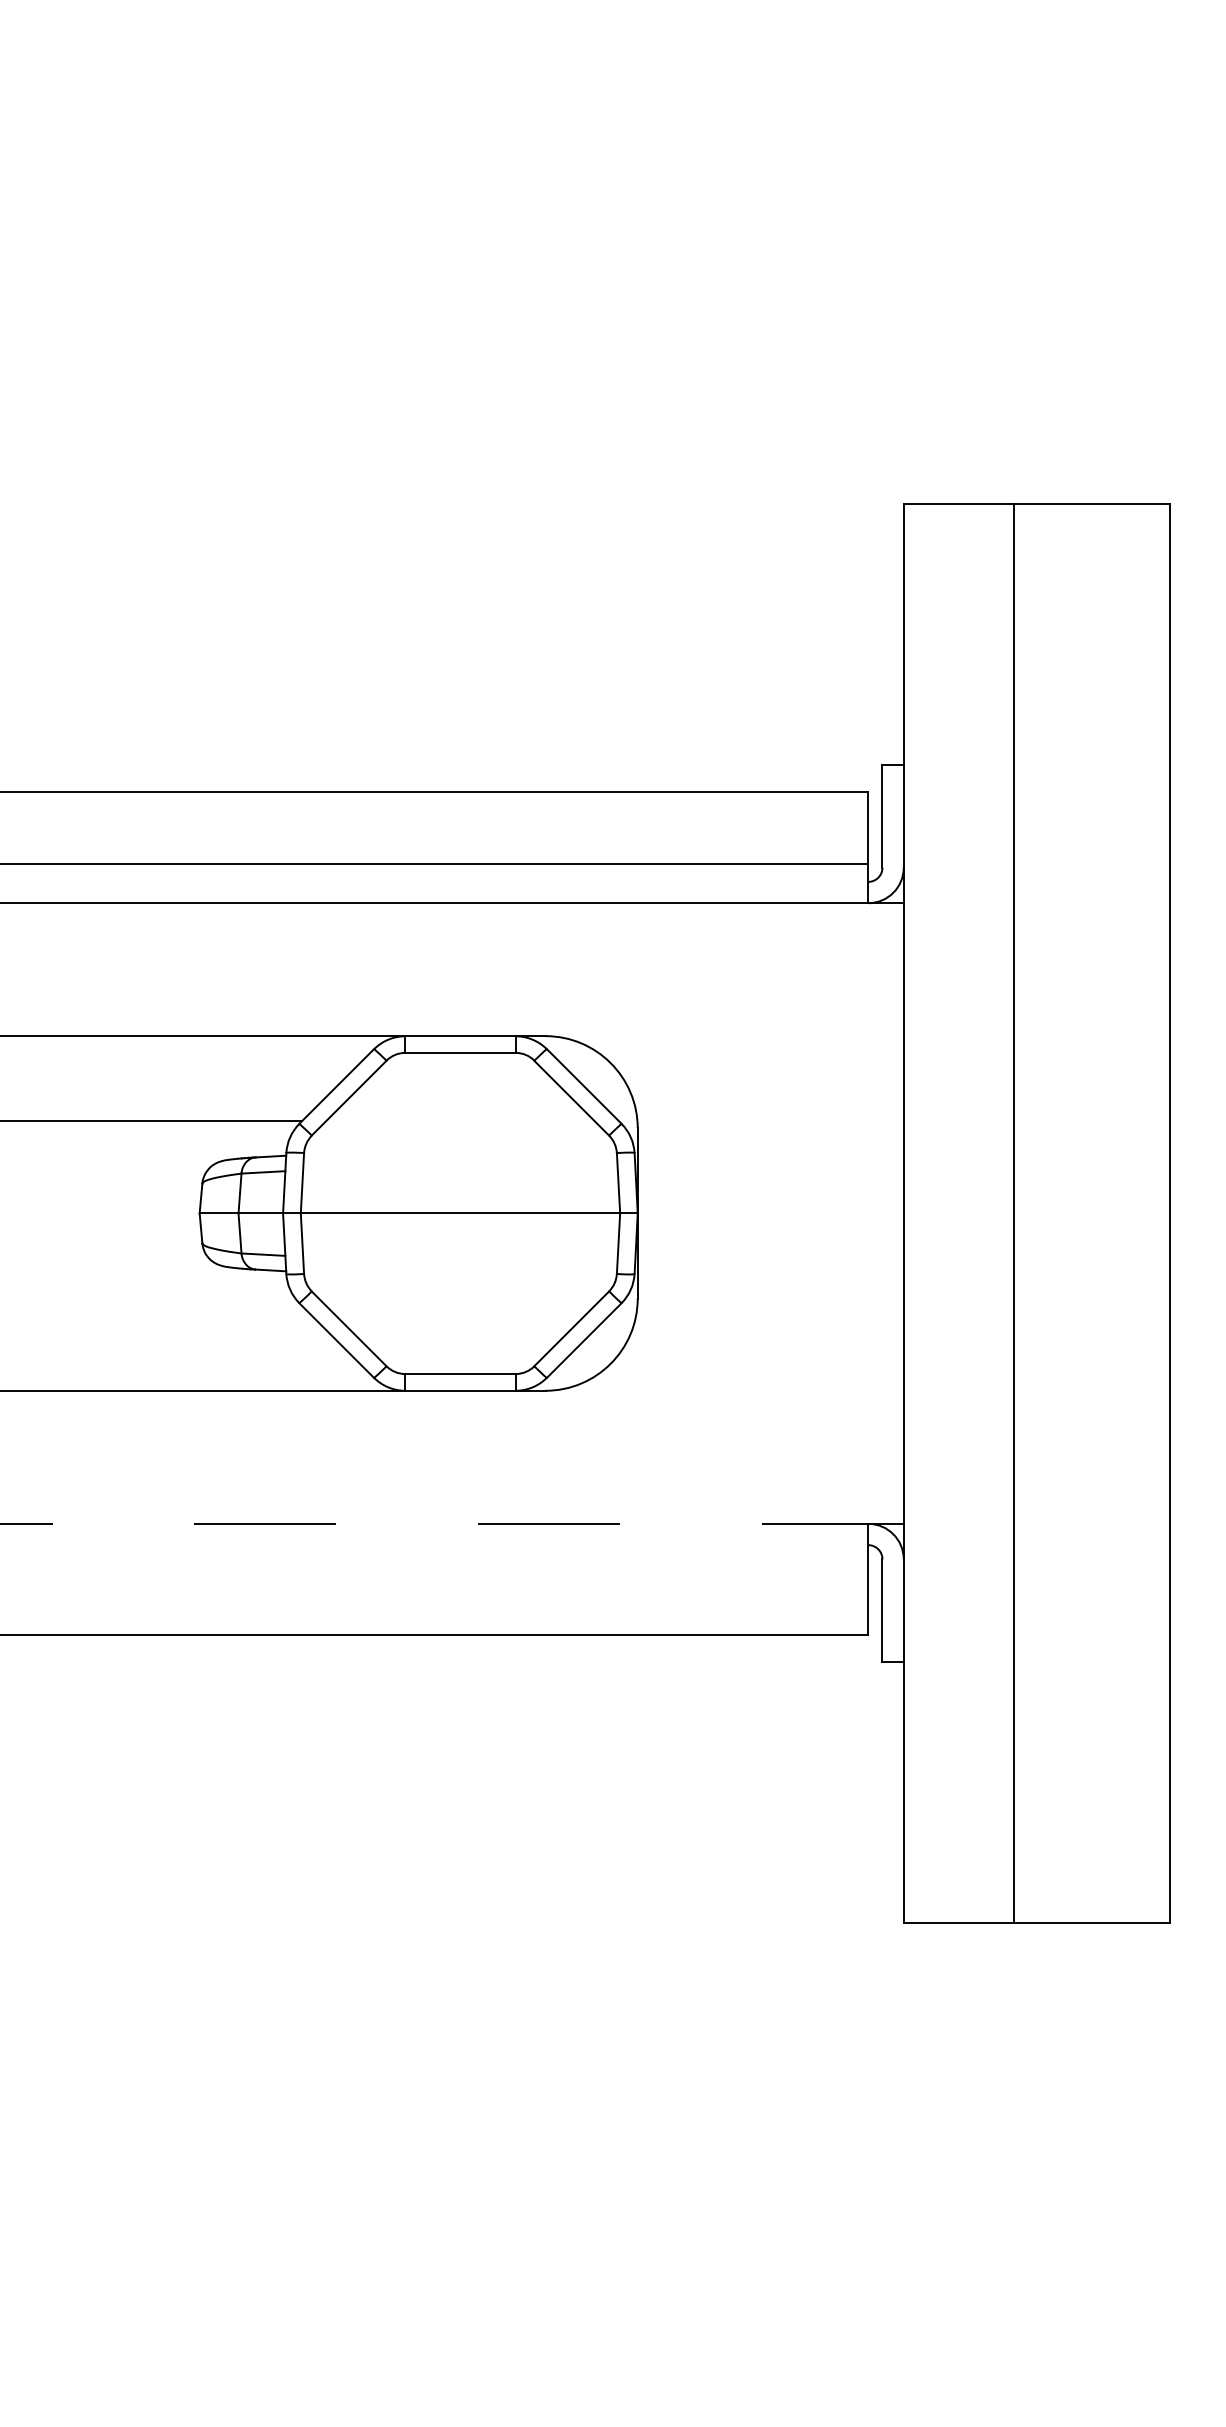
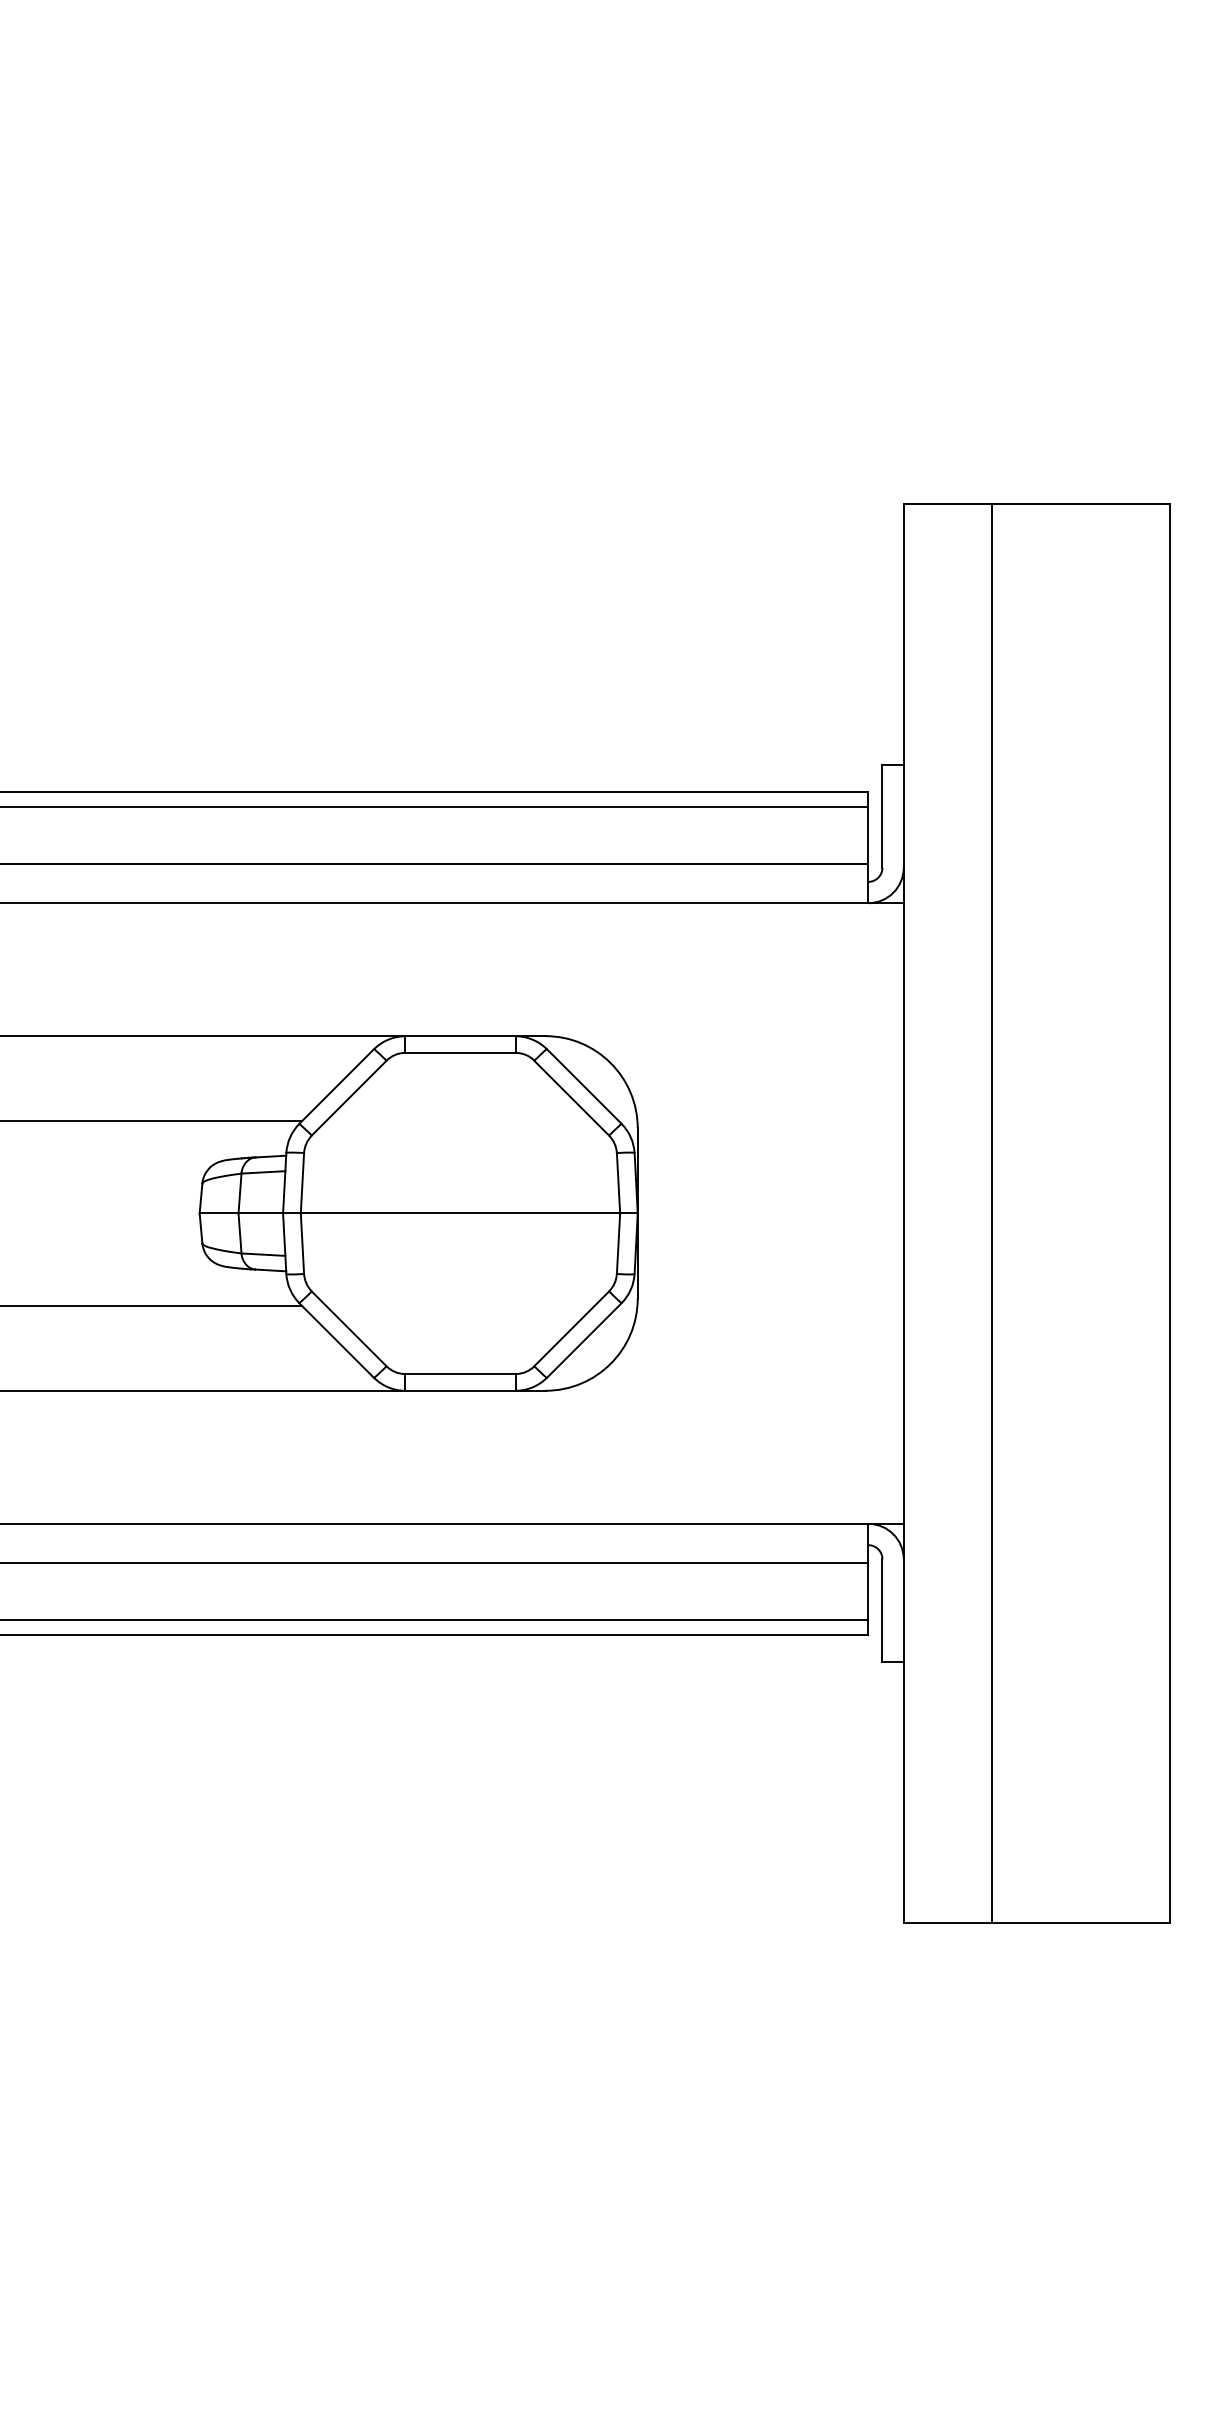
line at (435, 807): none -> present
line at (1014, 1213) position: (1014, 1213) -> (992, 1213)
line at (151, 1305): none -> present
line at (451, 1523): dashed -> solid
line at (435, 1563): none -> present
line at (435, 1619): none -> present
